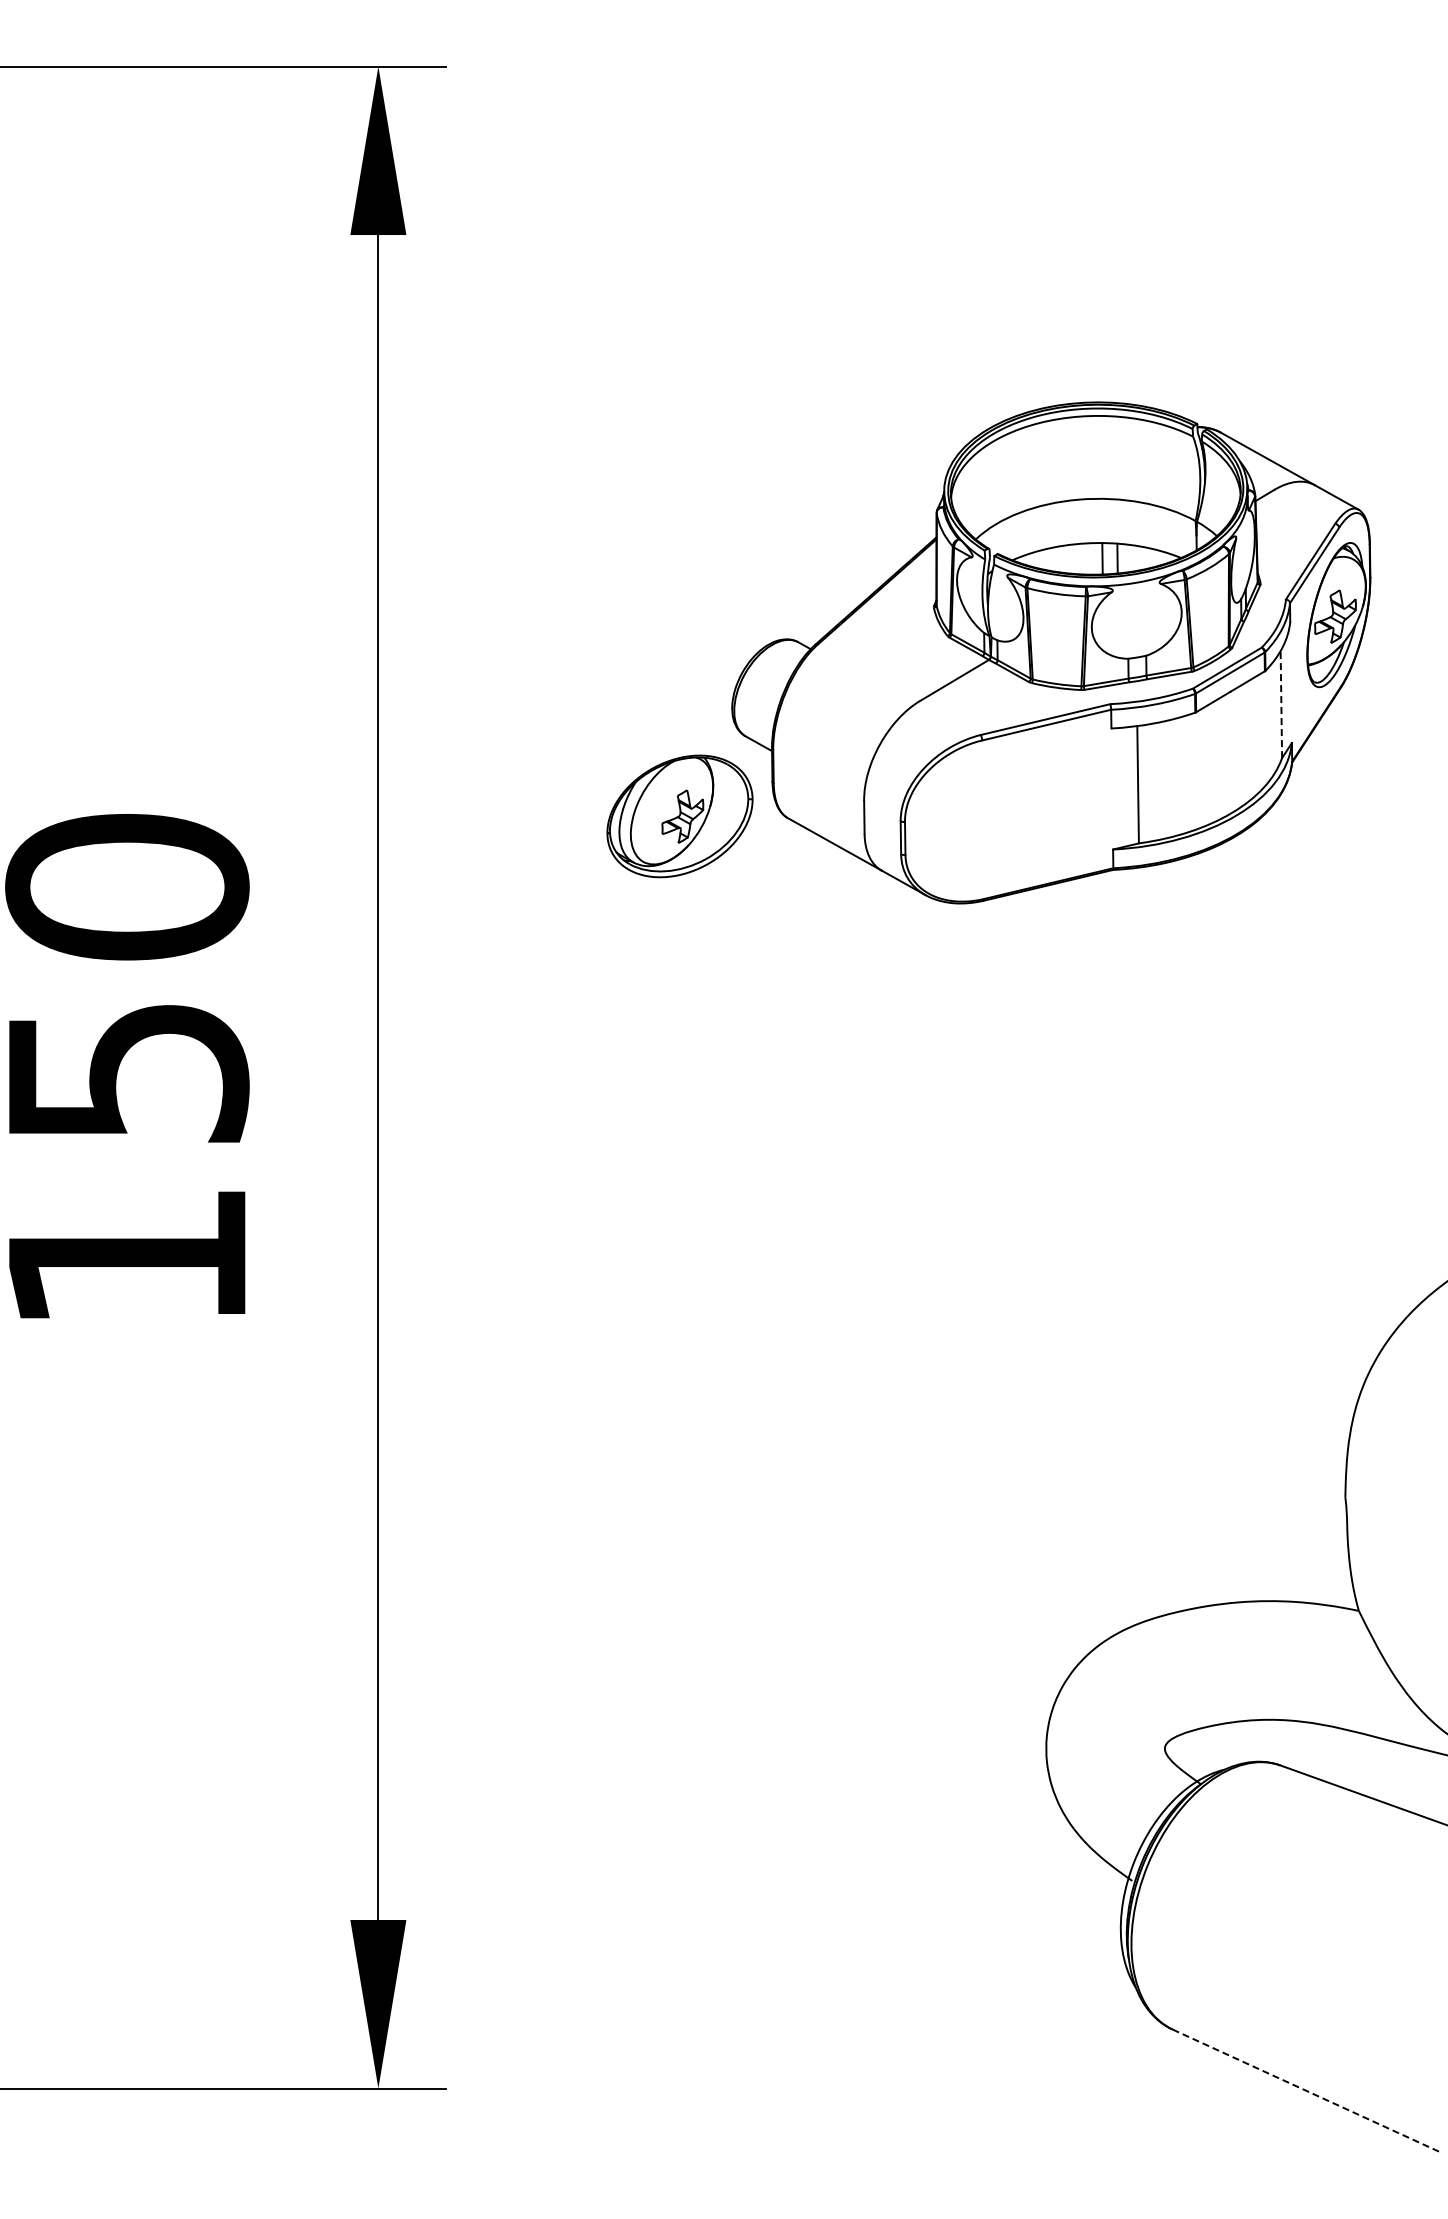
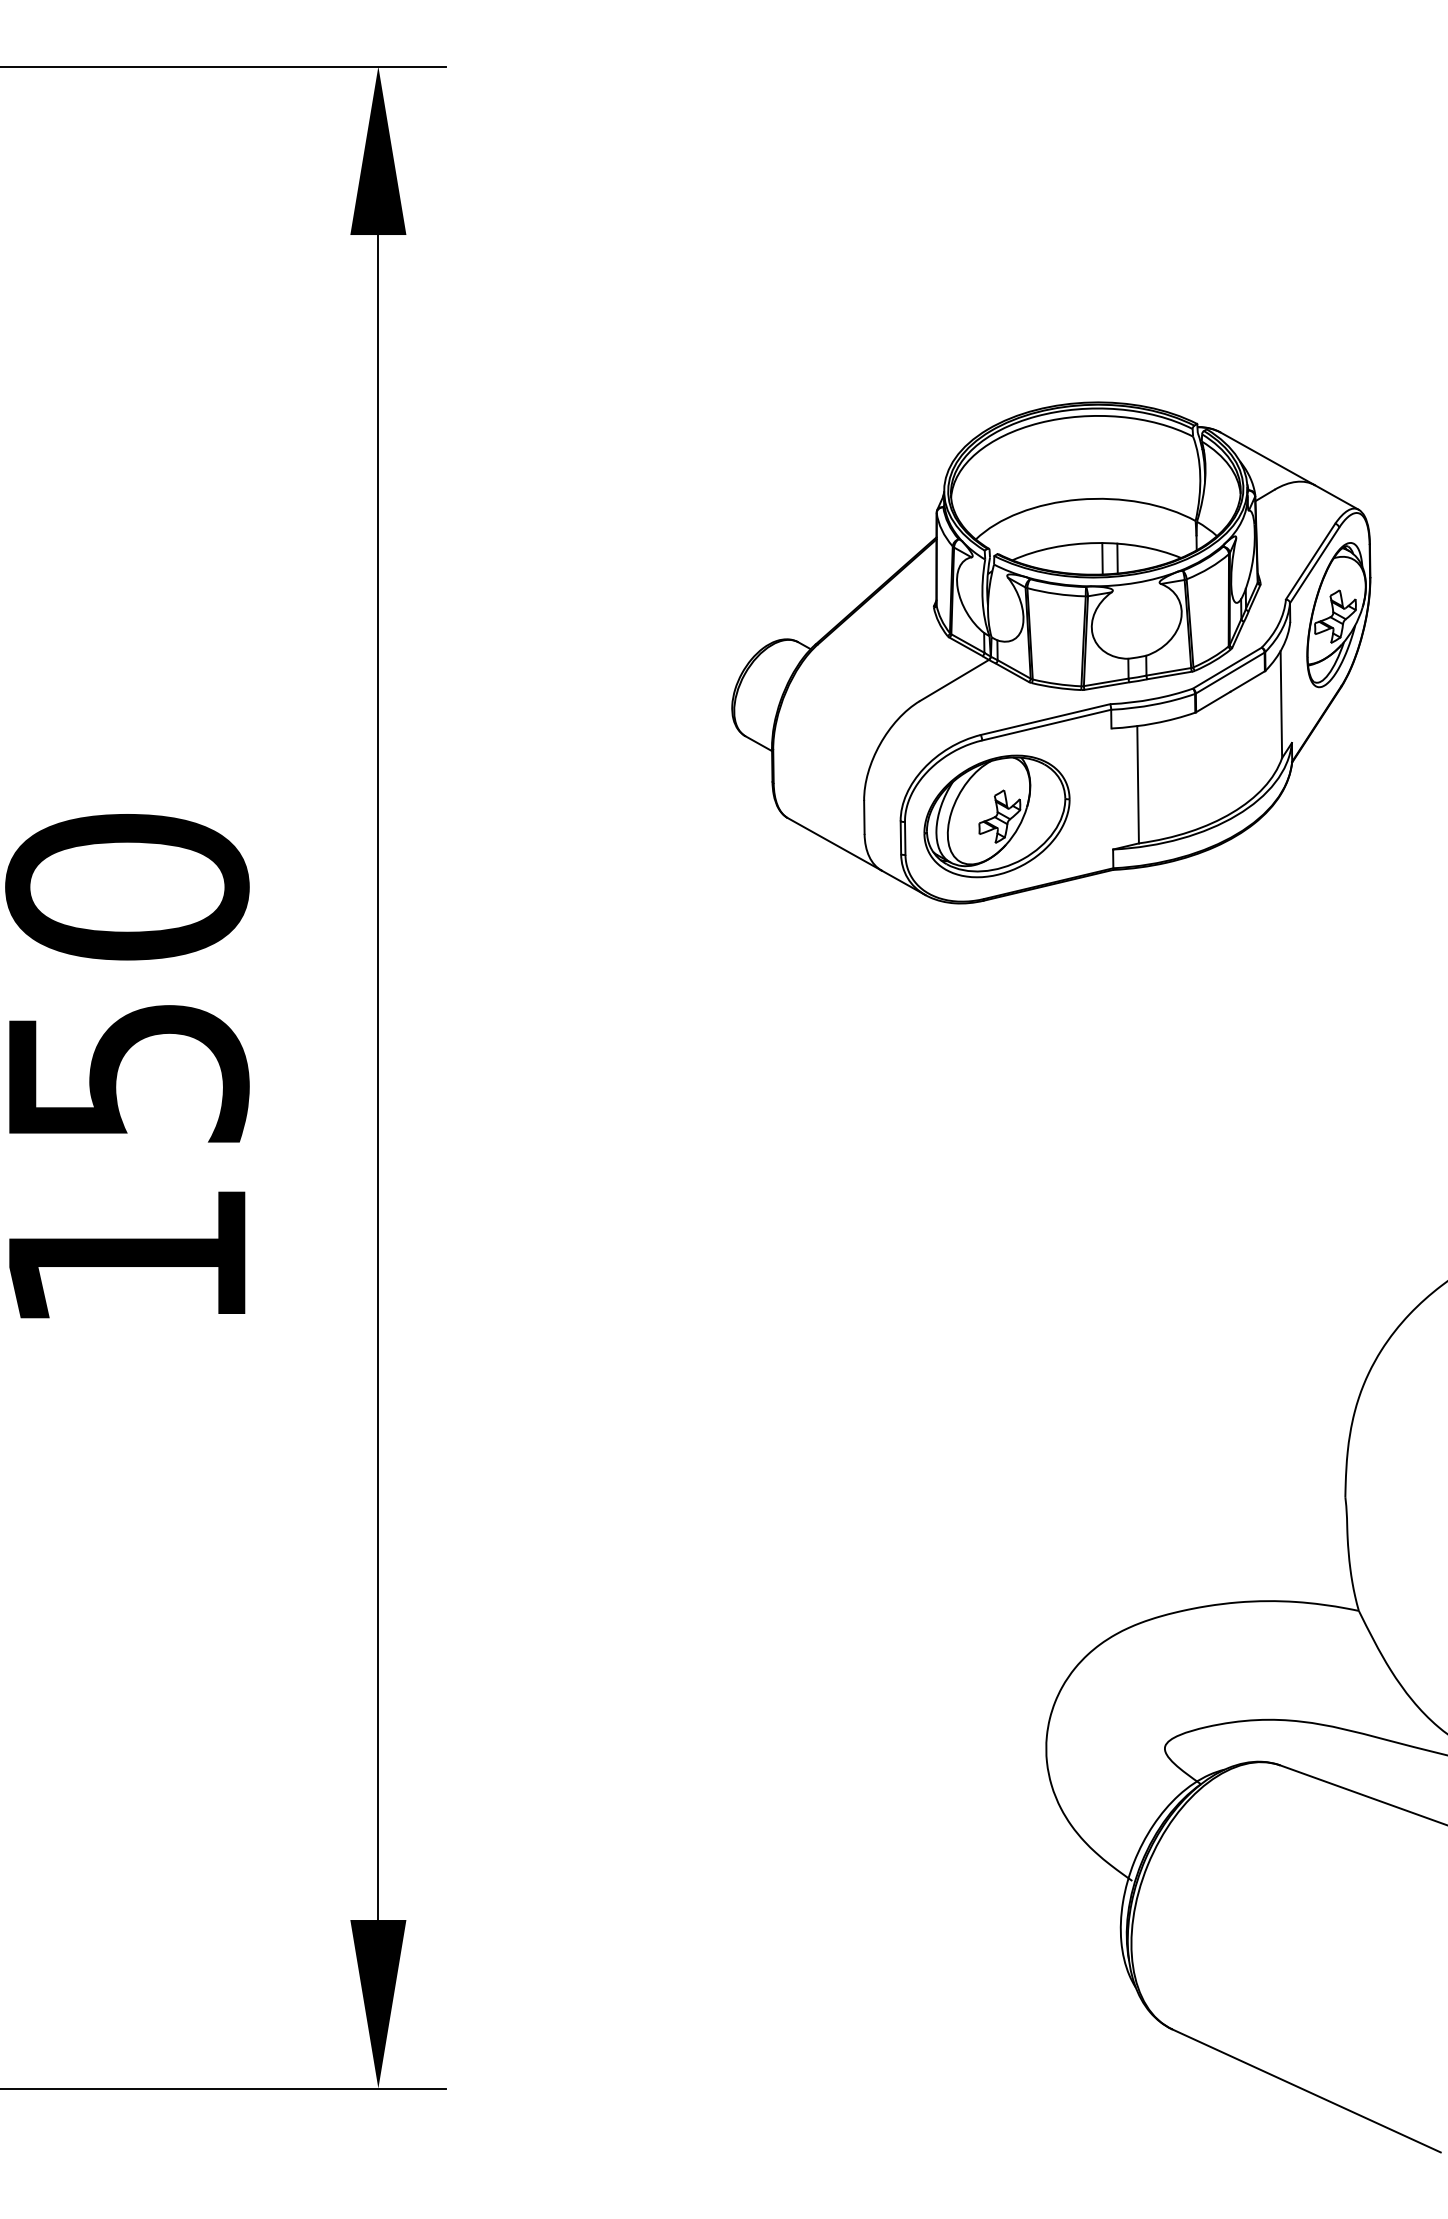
line at (1281, 704): dashed -> solid
part at (679, 816) position: (679, 816) -> (996, 816)
line at (1307, 2091): dashed -> solid
